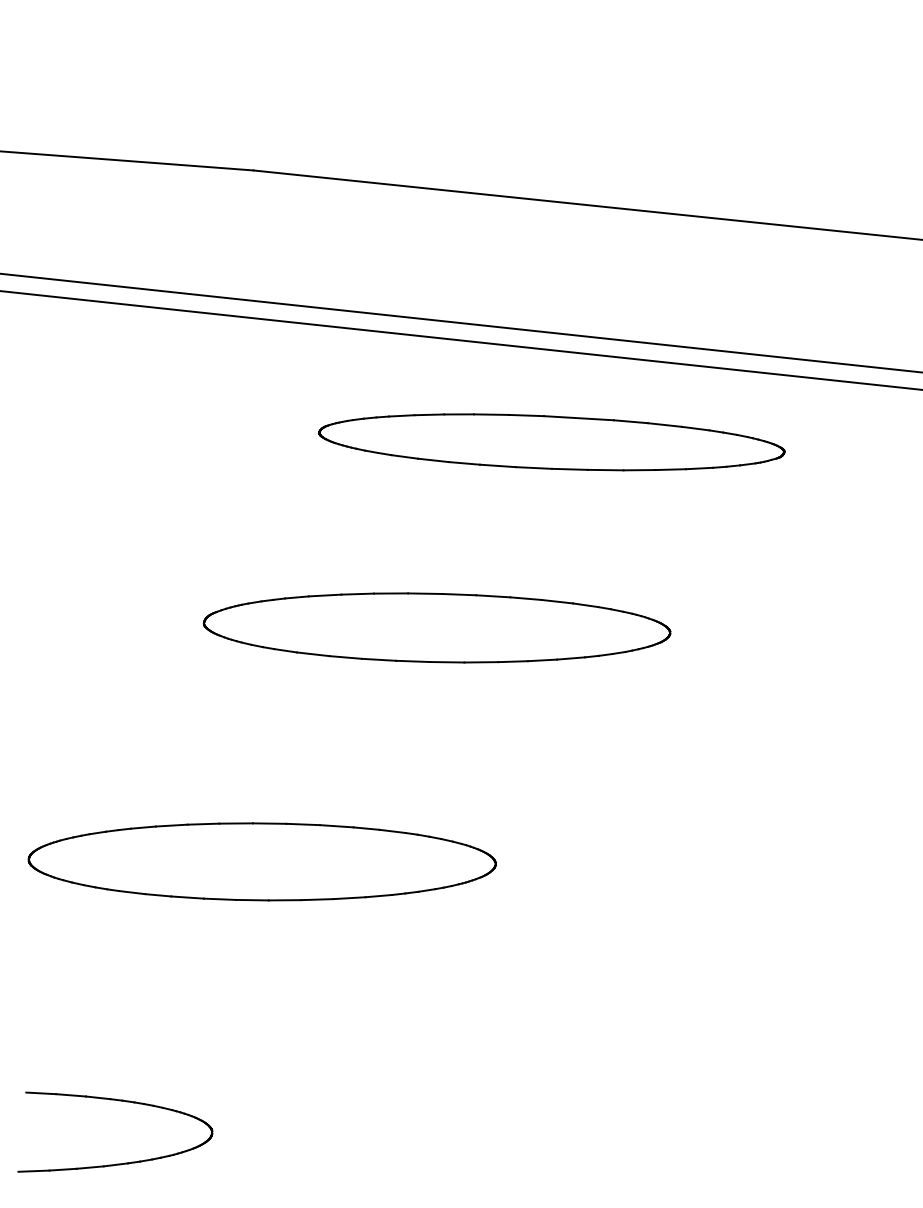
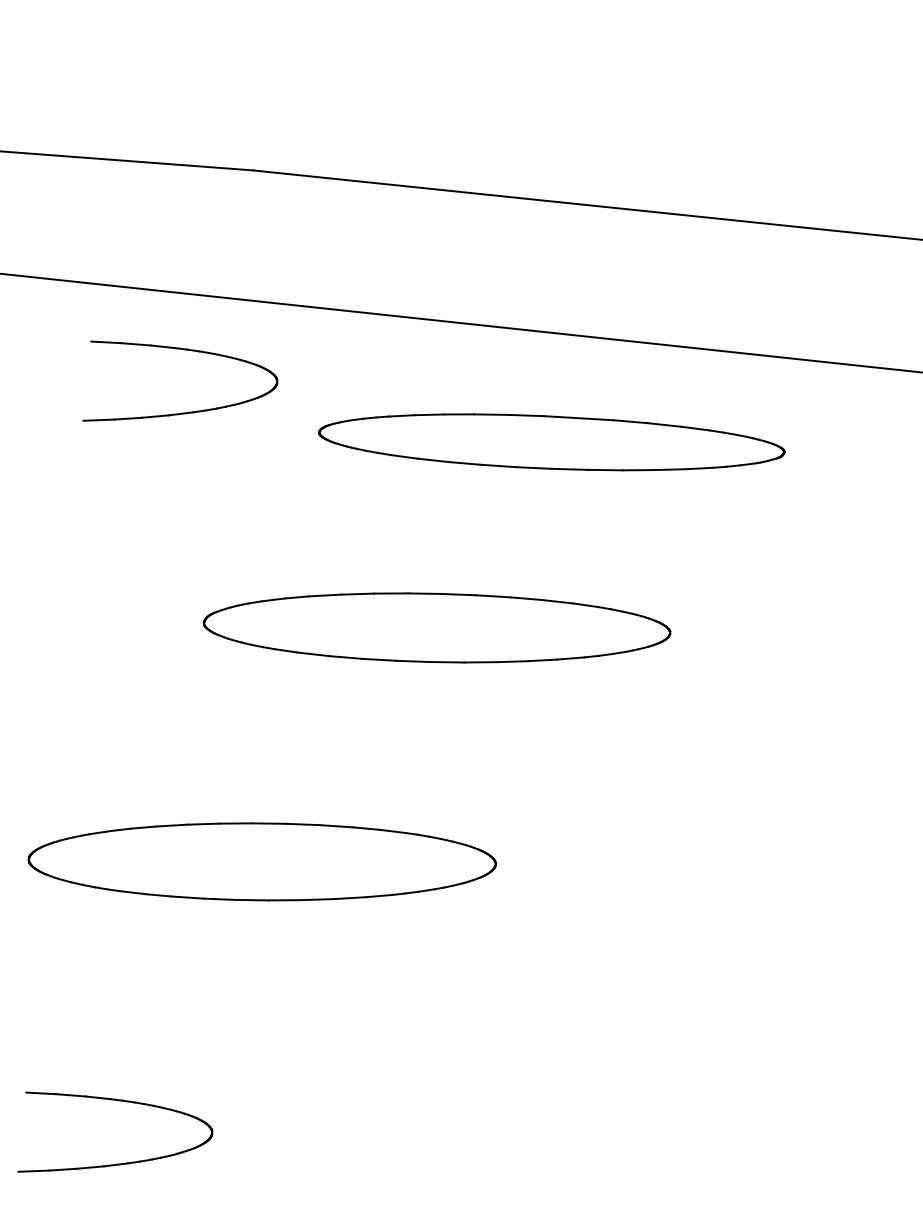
line at (460, 340): present -> none
part at (183, 350): none -> present
